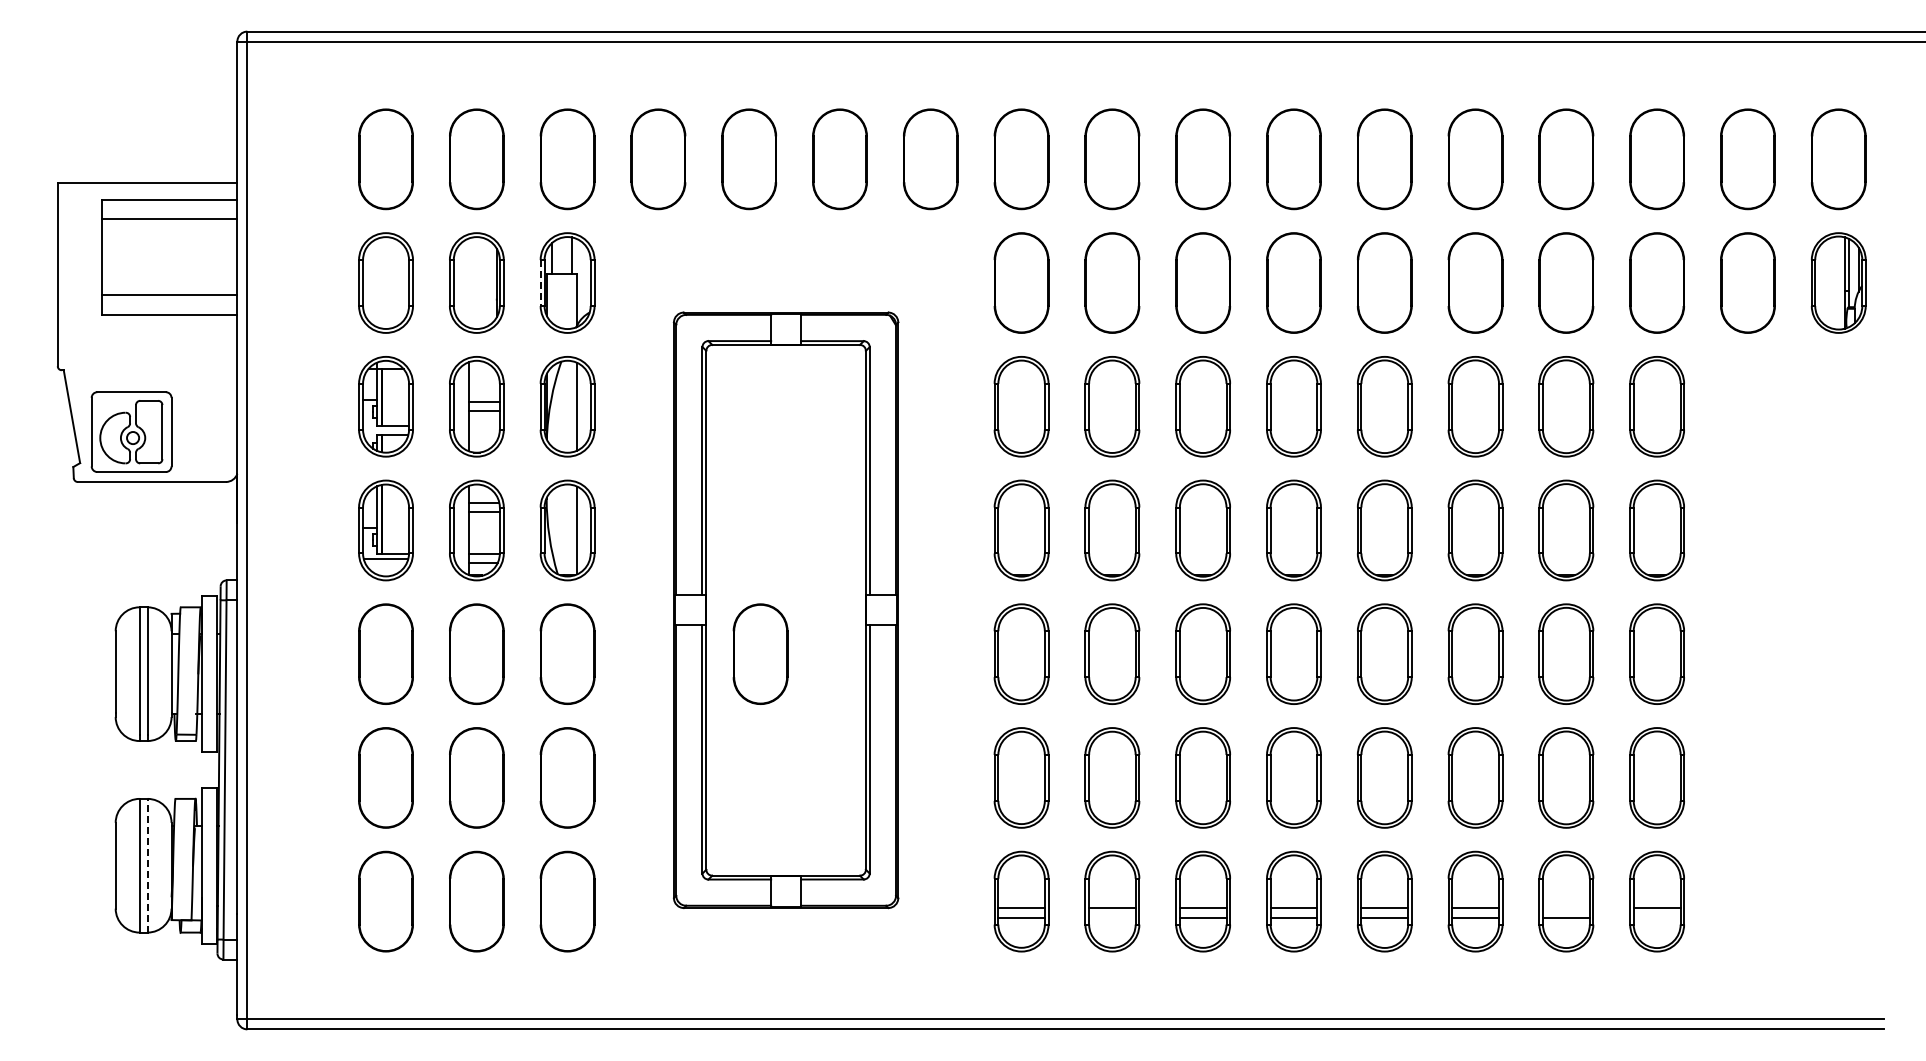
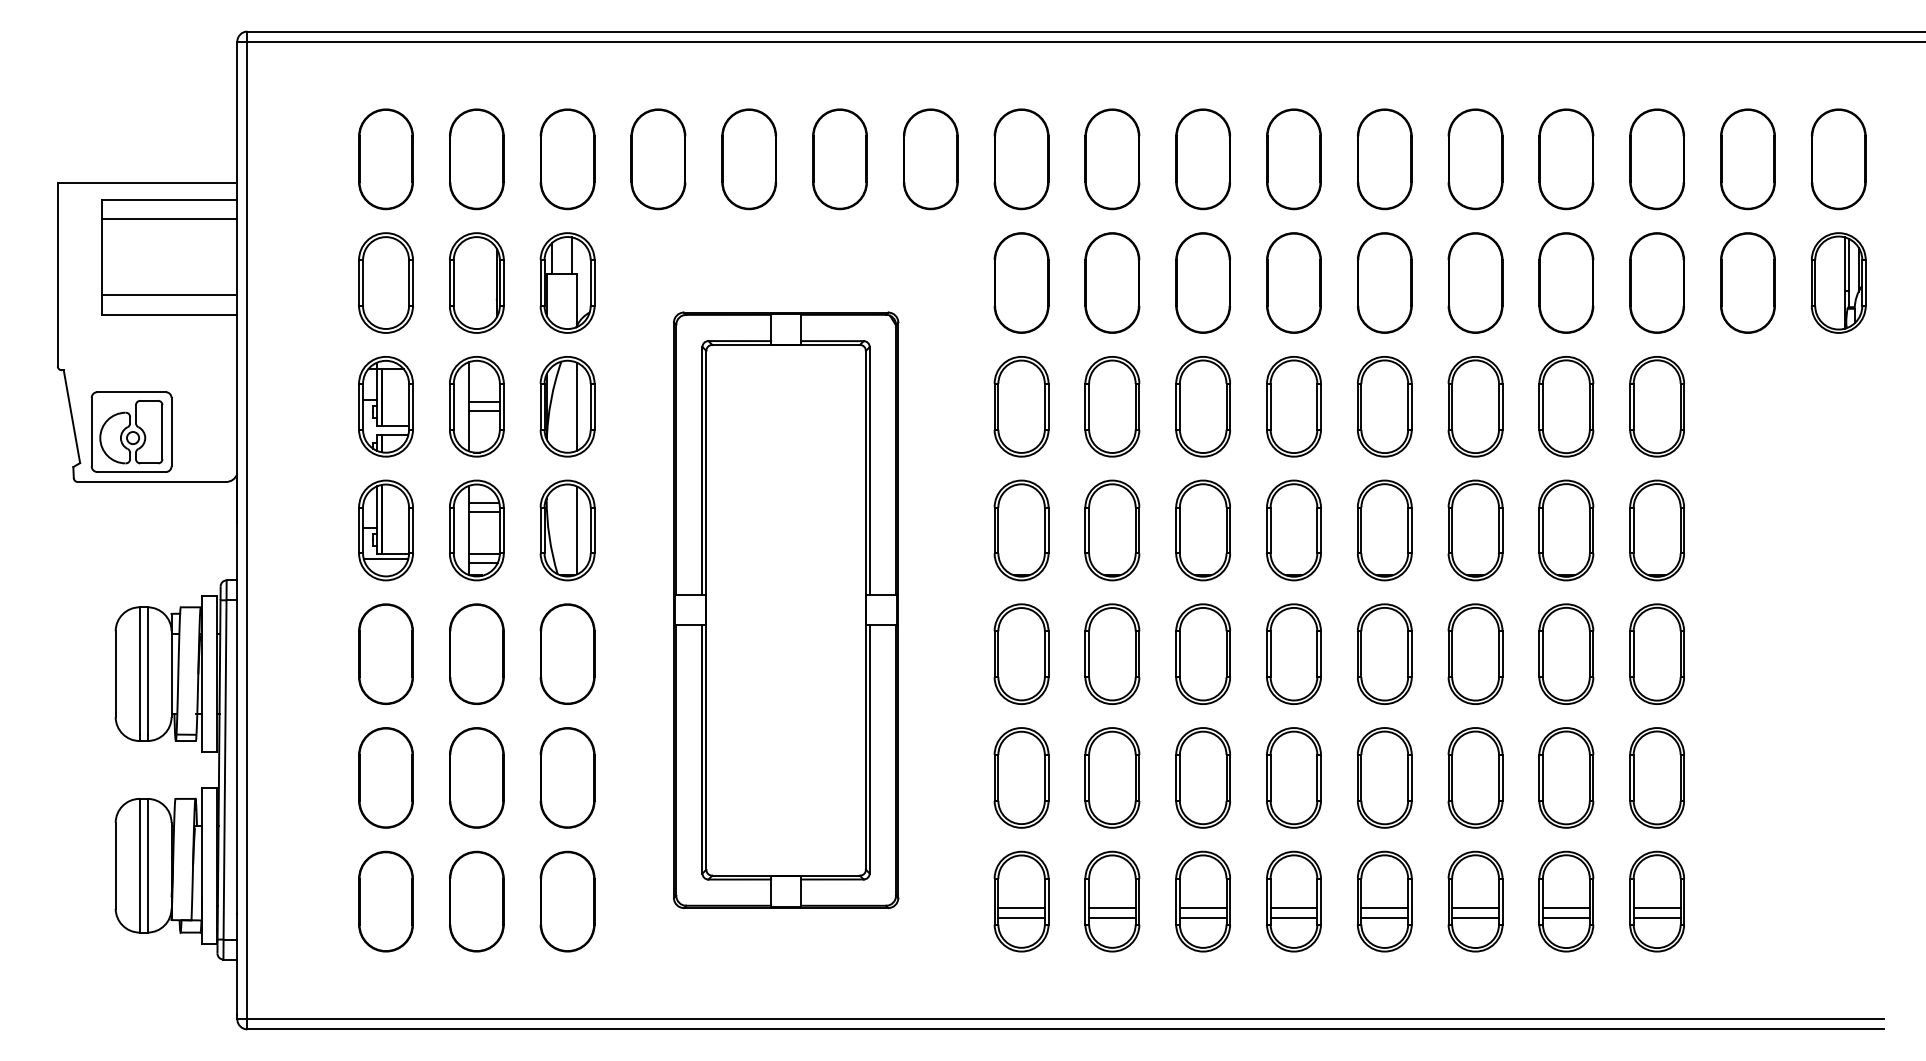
line at (540, 283): dashed -> solid
part at (760, 653): present -> none
line at (147, 865): dashed -> solid
line at (1565, 907): none -> present
line at (1112, 917): none -> present
line at (1656, 917): none -> present
